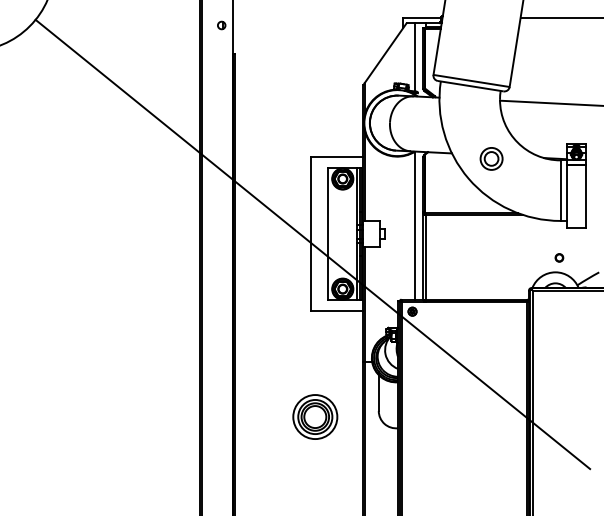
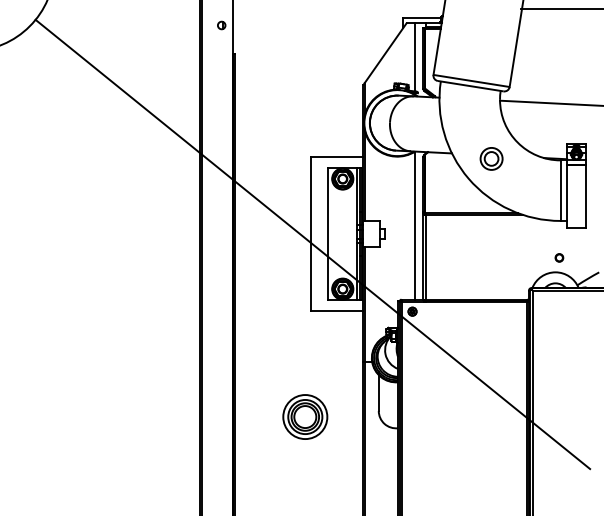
line at (560, 18) position: (560, 18) -> (560, 9)
part at (315, 416) position: (315, 416) -> (305, 416)
